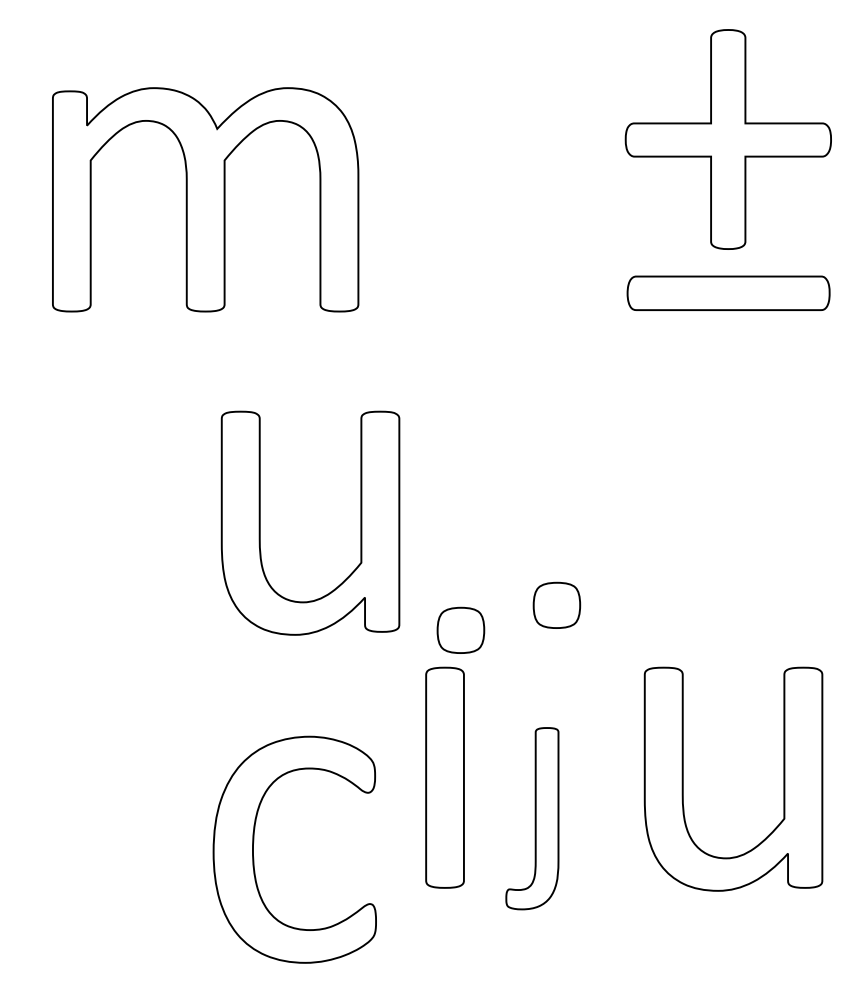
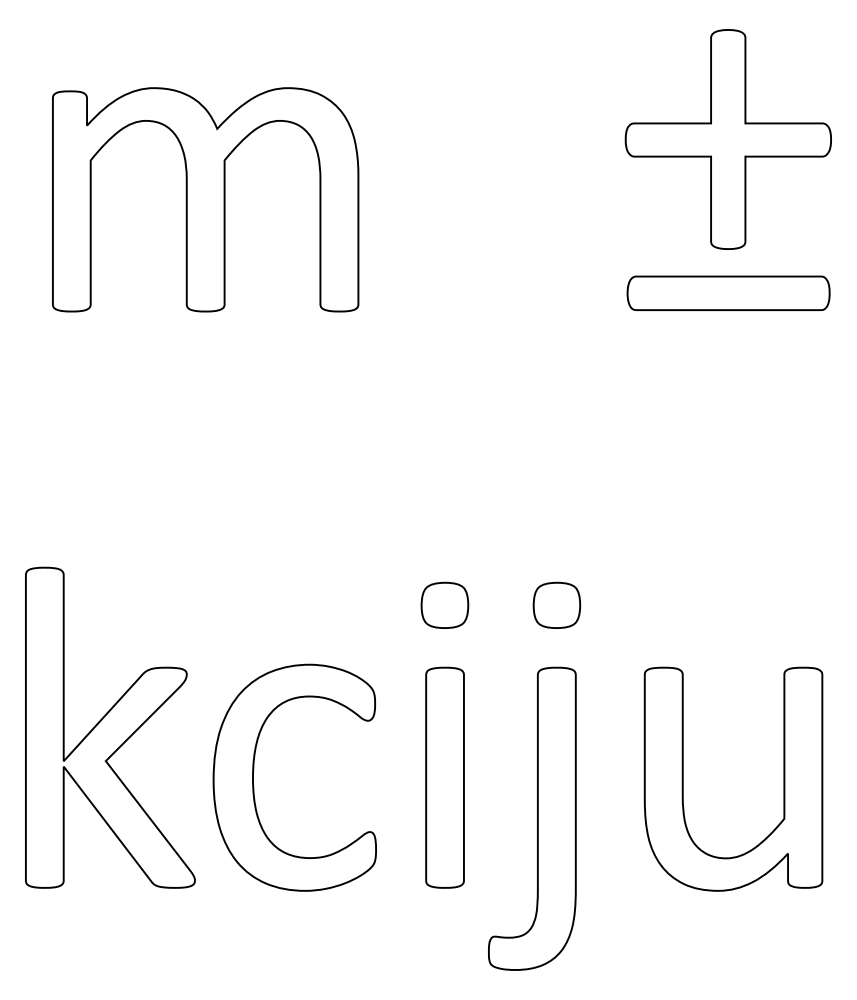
part at (260, 522): present -> none
part at (460, 629) position: (460, 629) -> (444, 604)
part at (110, 727): none -> present
part at (532, 818) size: 55x184 px -> 89x305 px
part at (254, 842) position: (254, 842) -> (254, 770)
